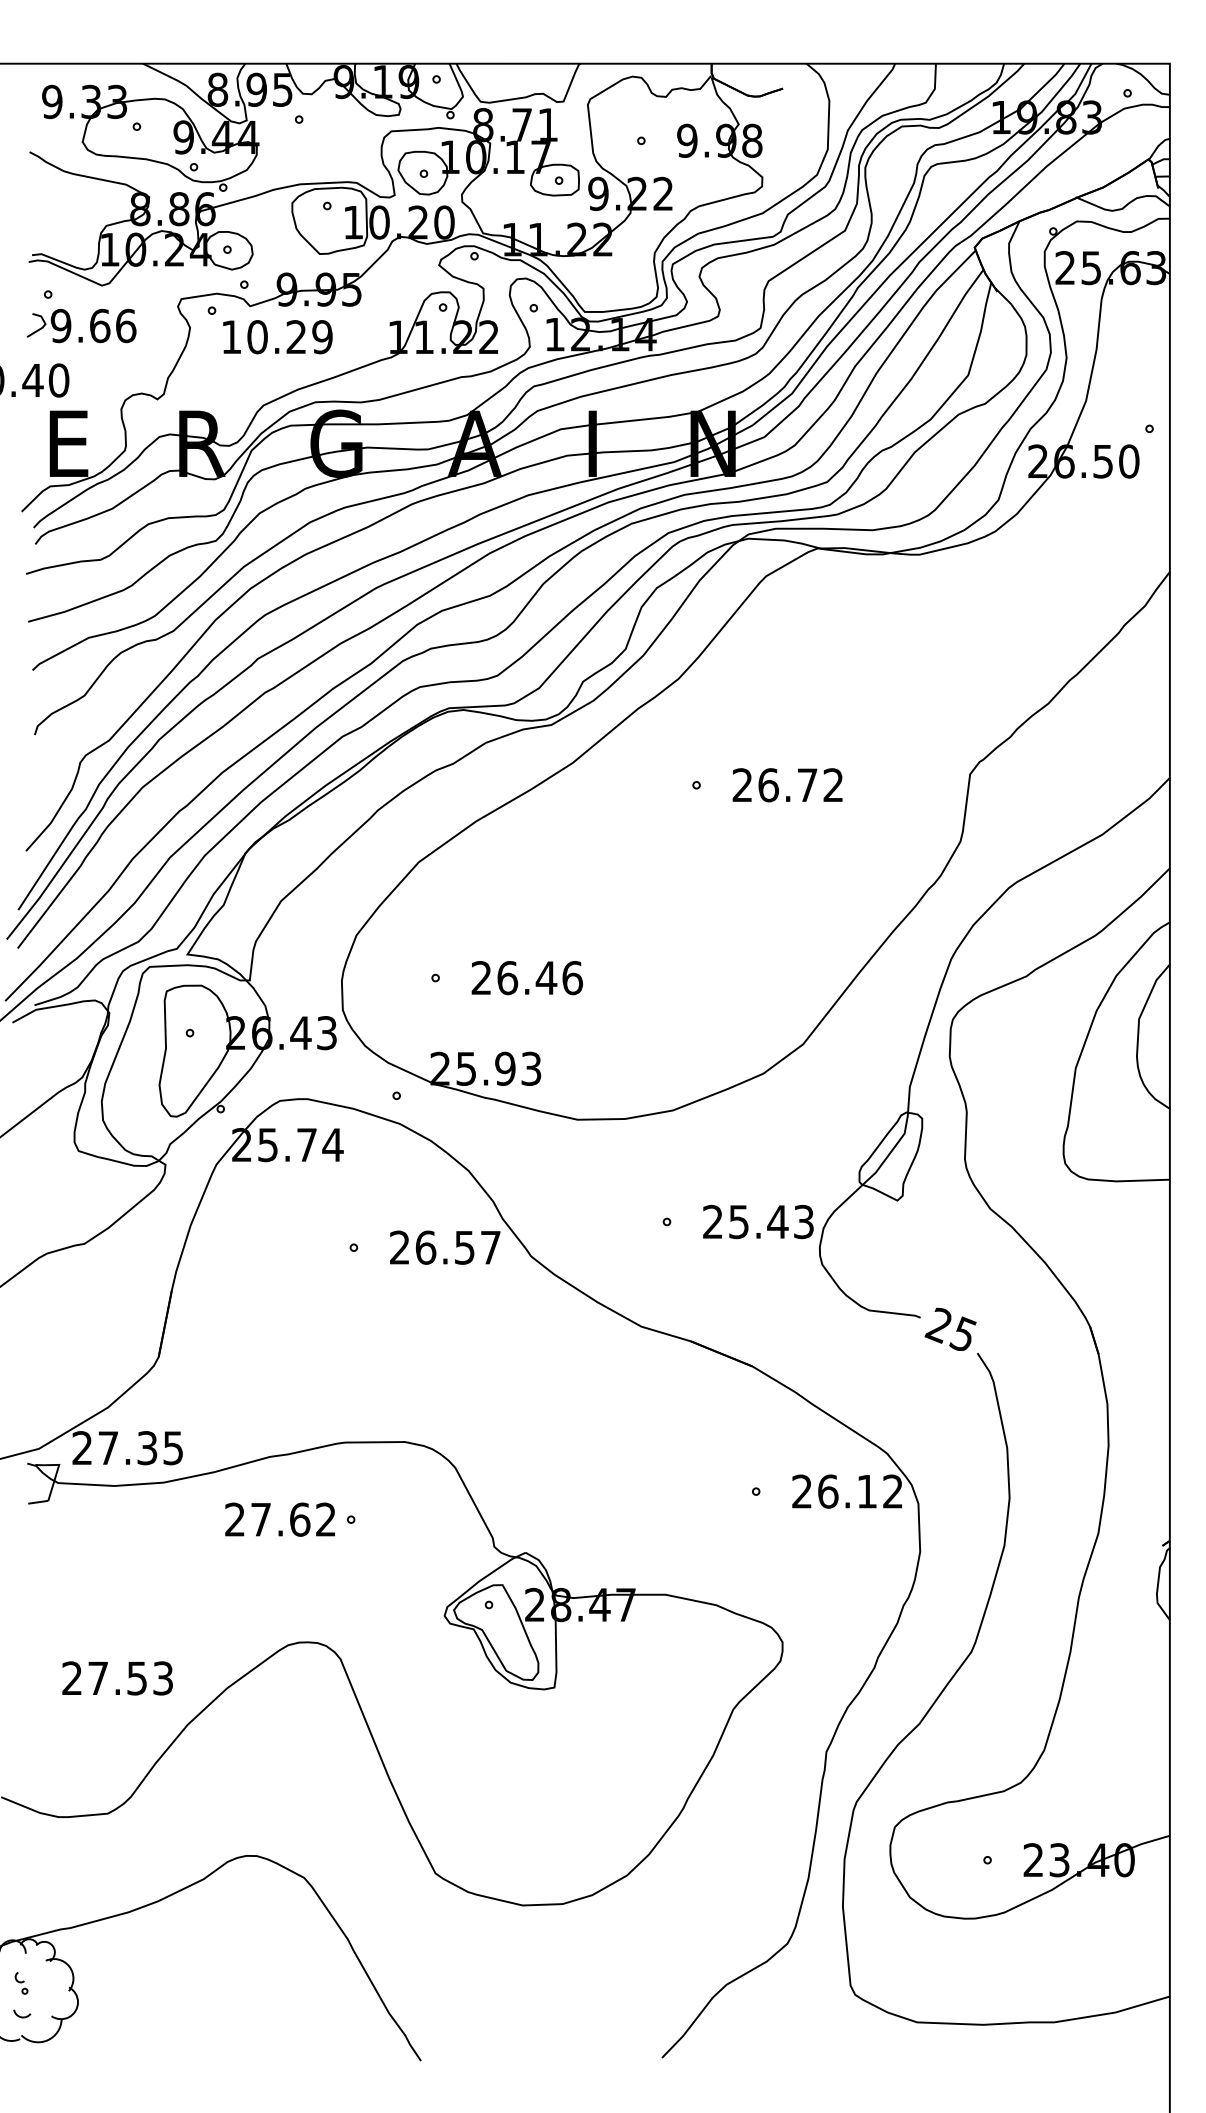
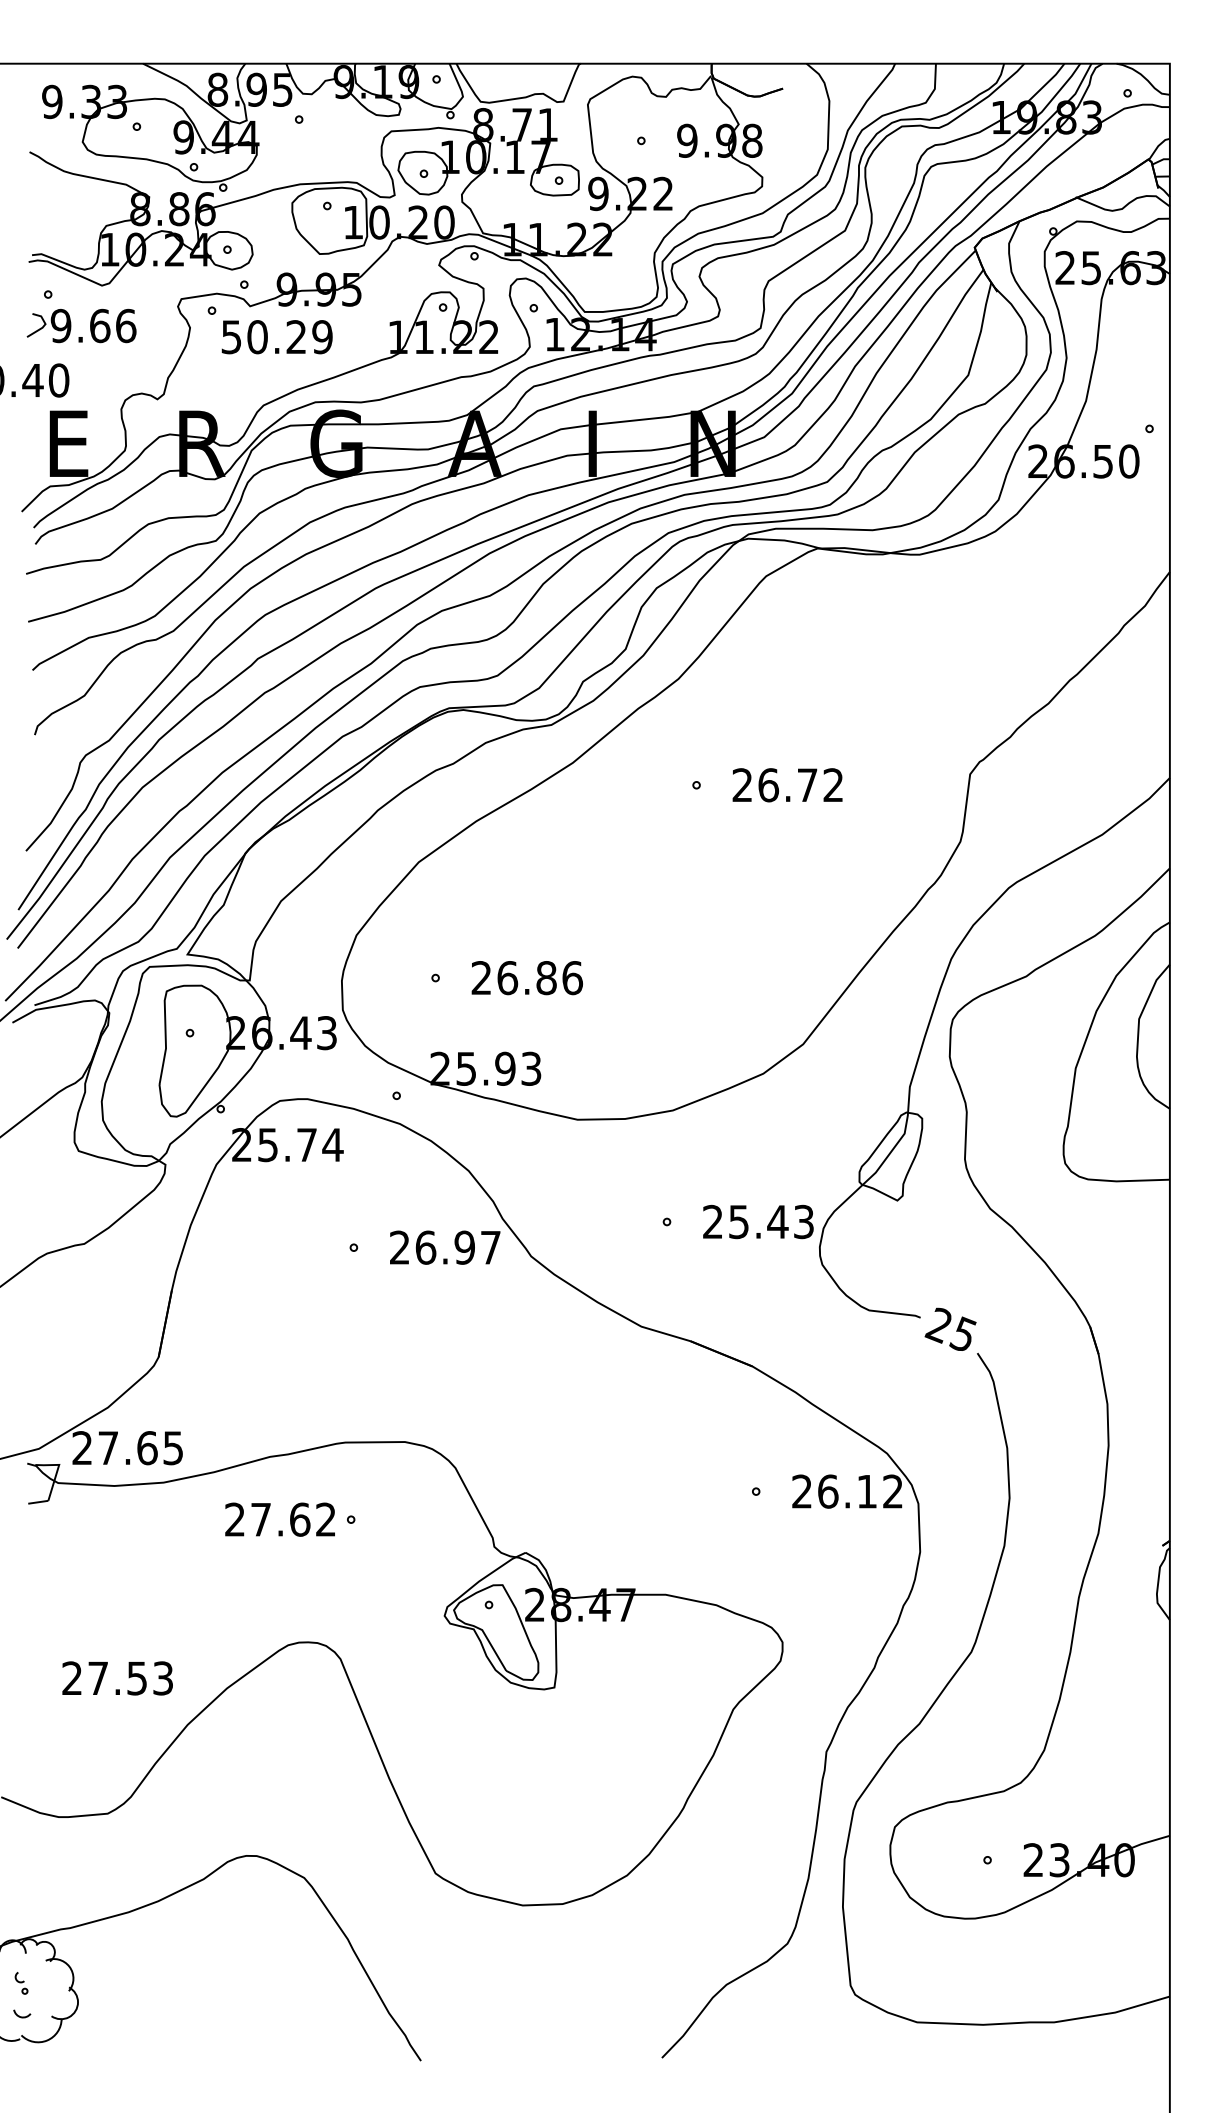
text at (231, 337): 10.29 -> 50.29
text at (546, 978): 26.46 -> 26.86
text at (464, 1247): 26.57 -> 26.97
text at (147, 1448): 27.35 -> 27.65
